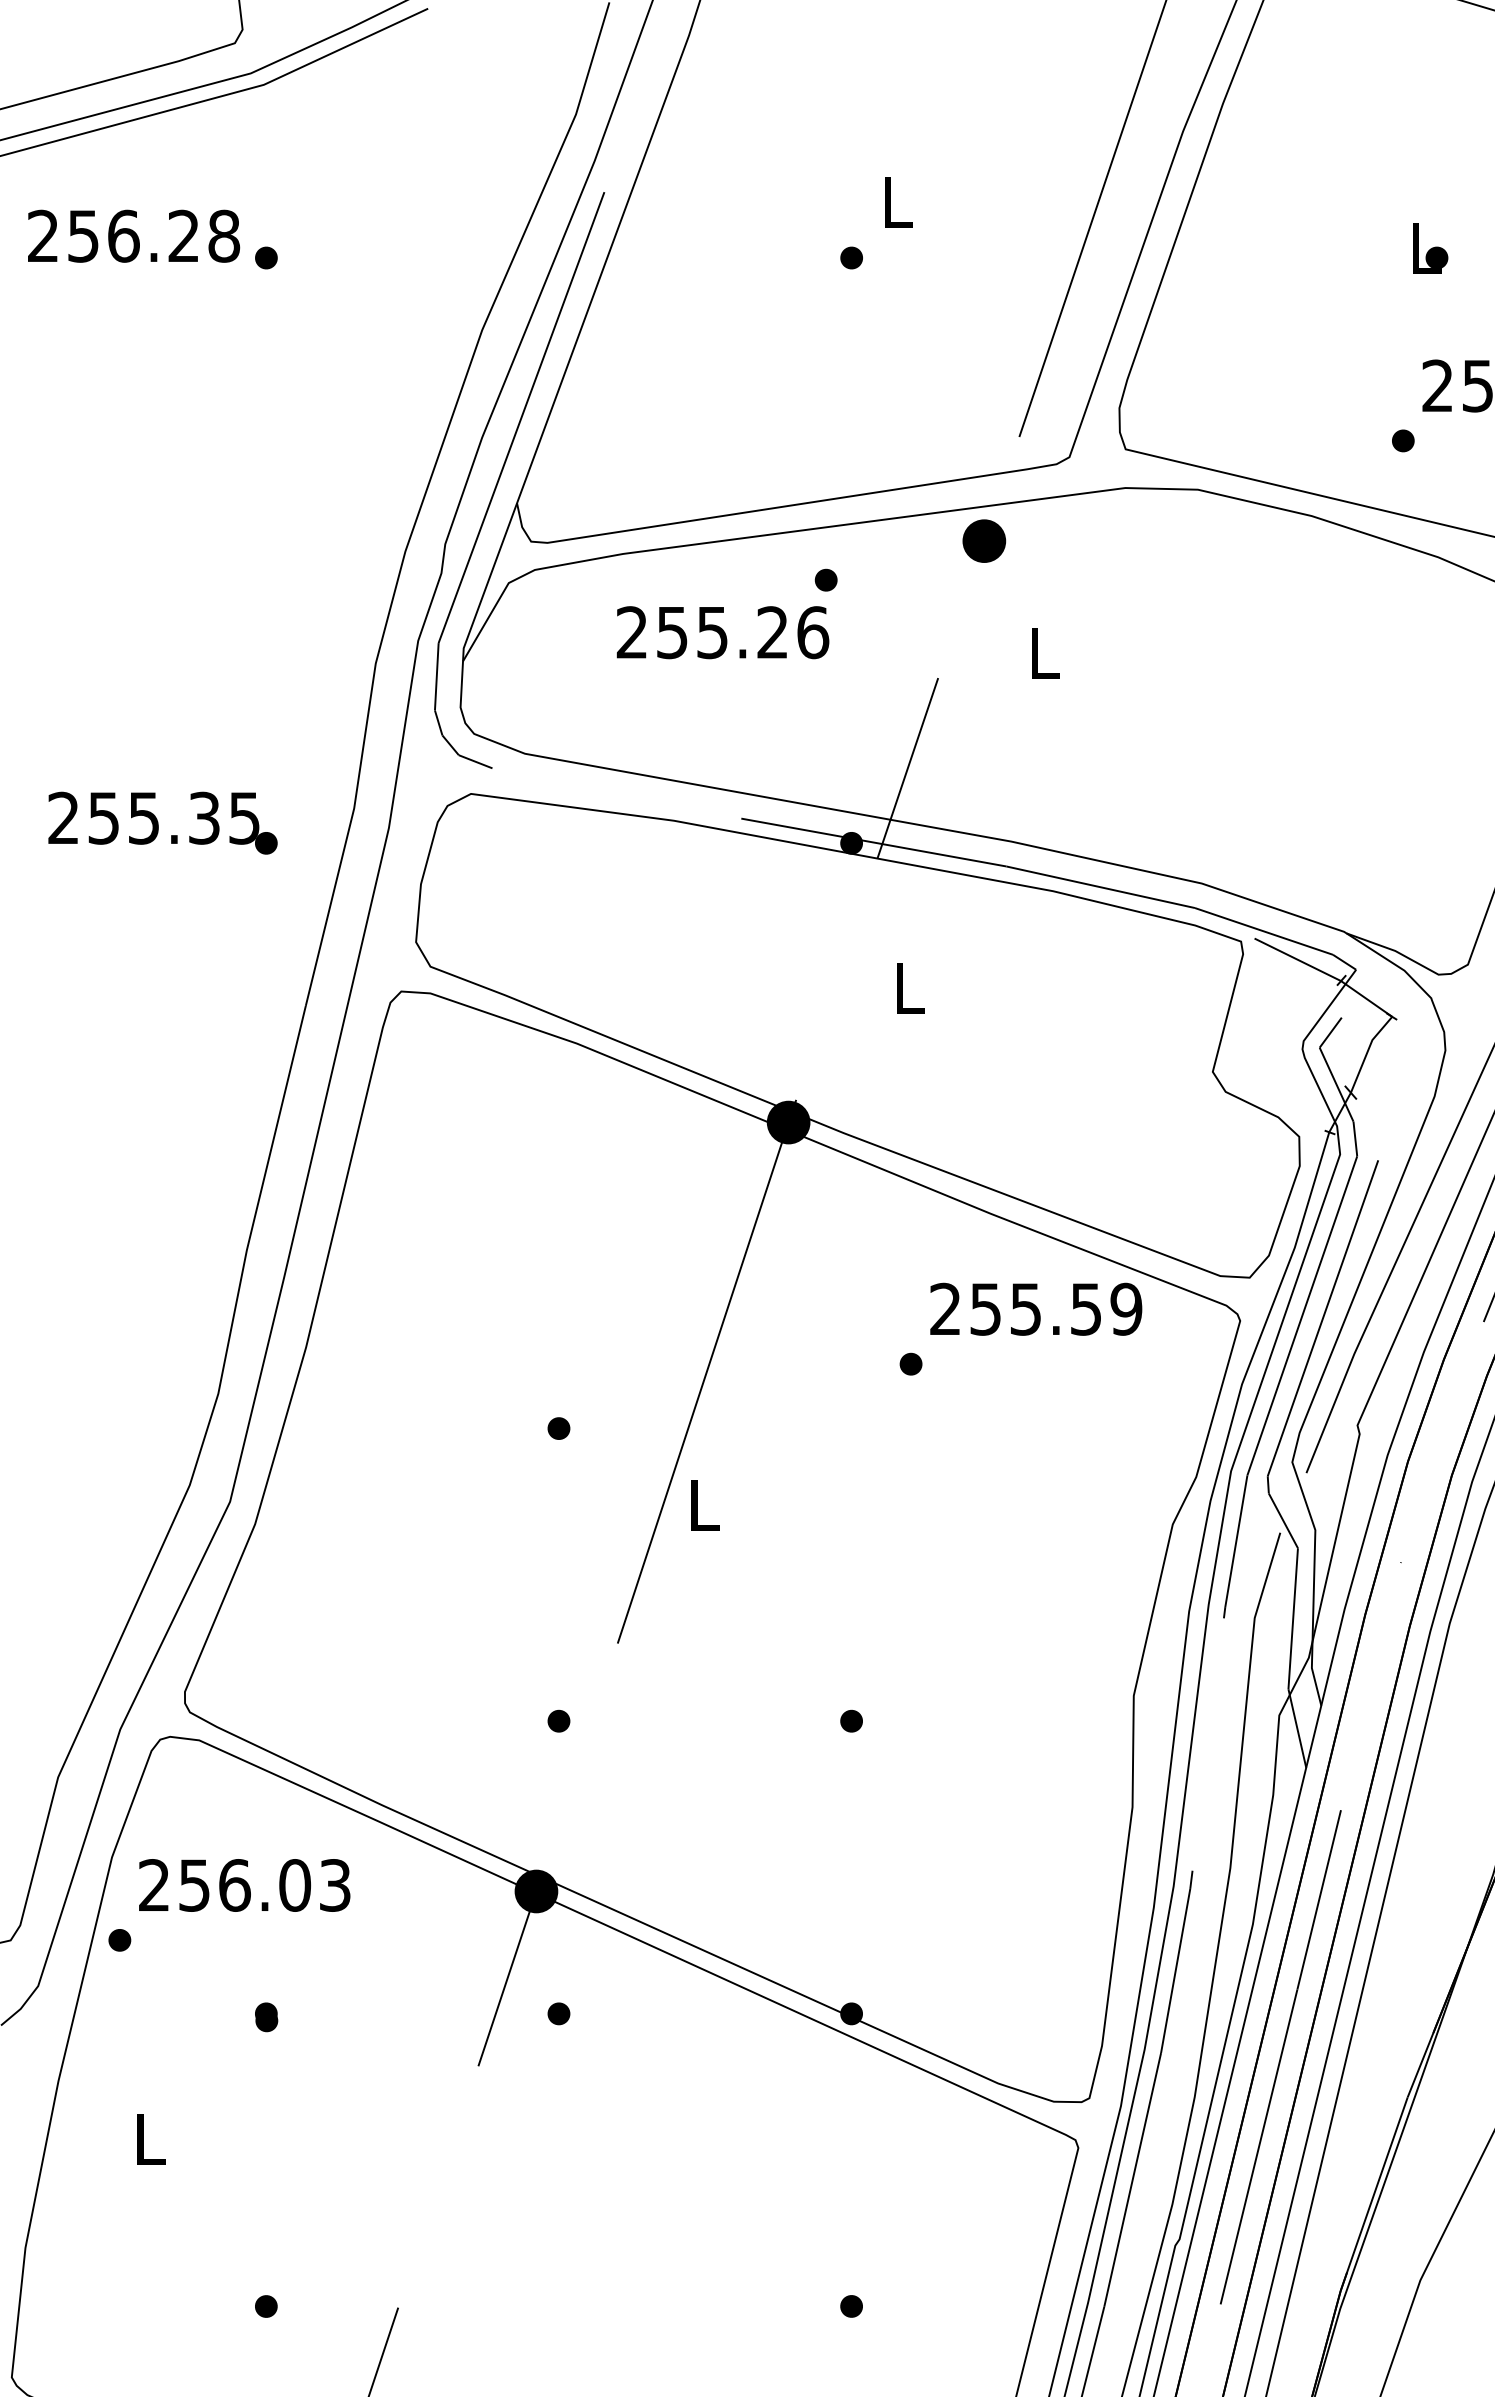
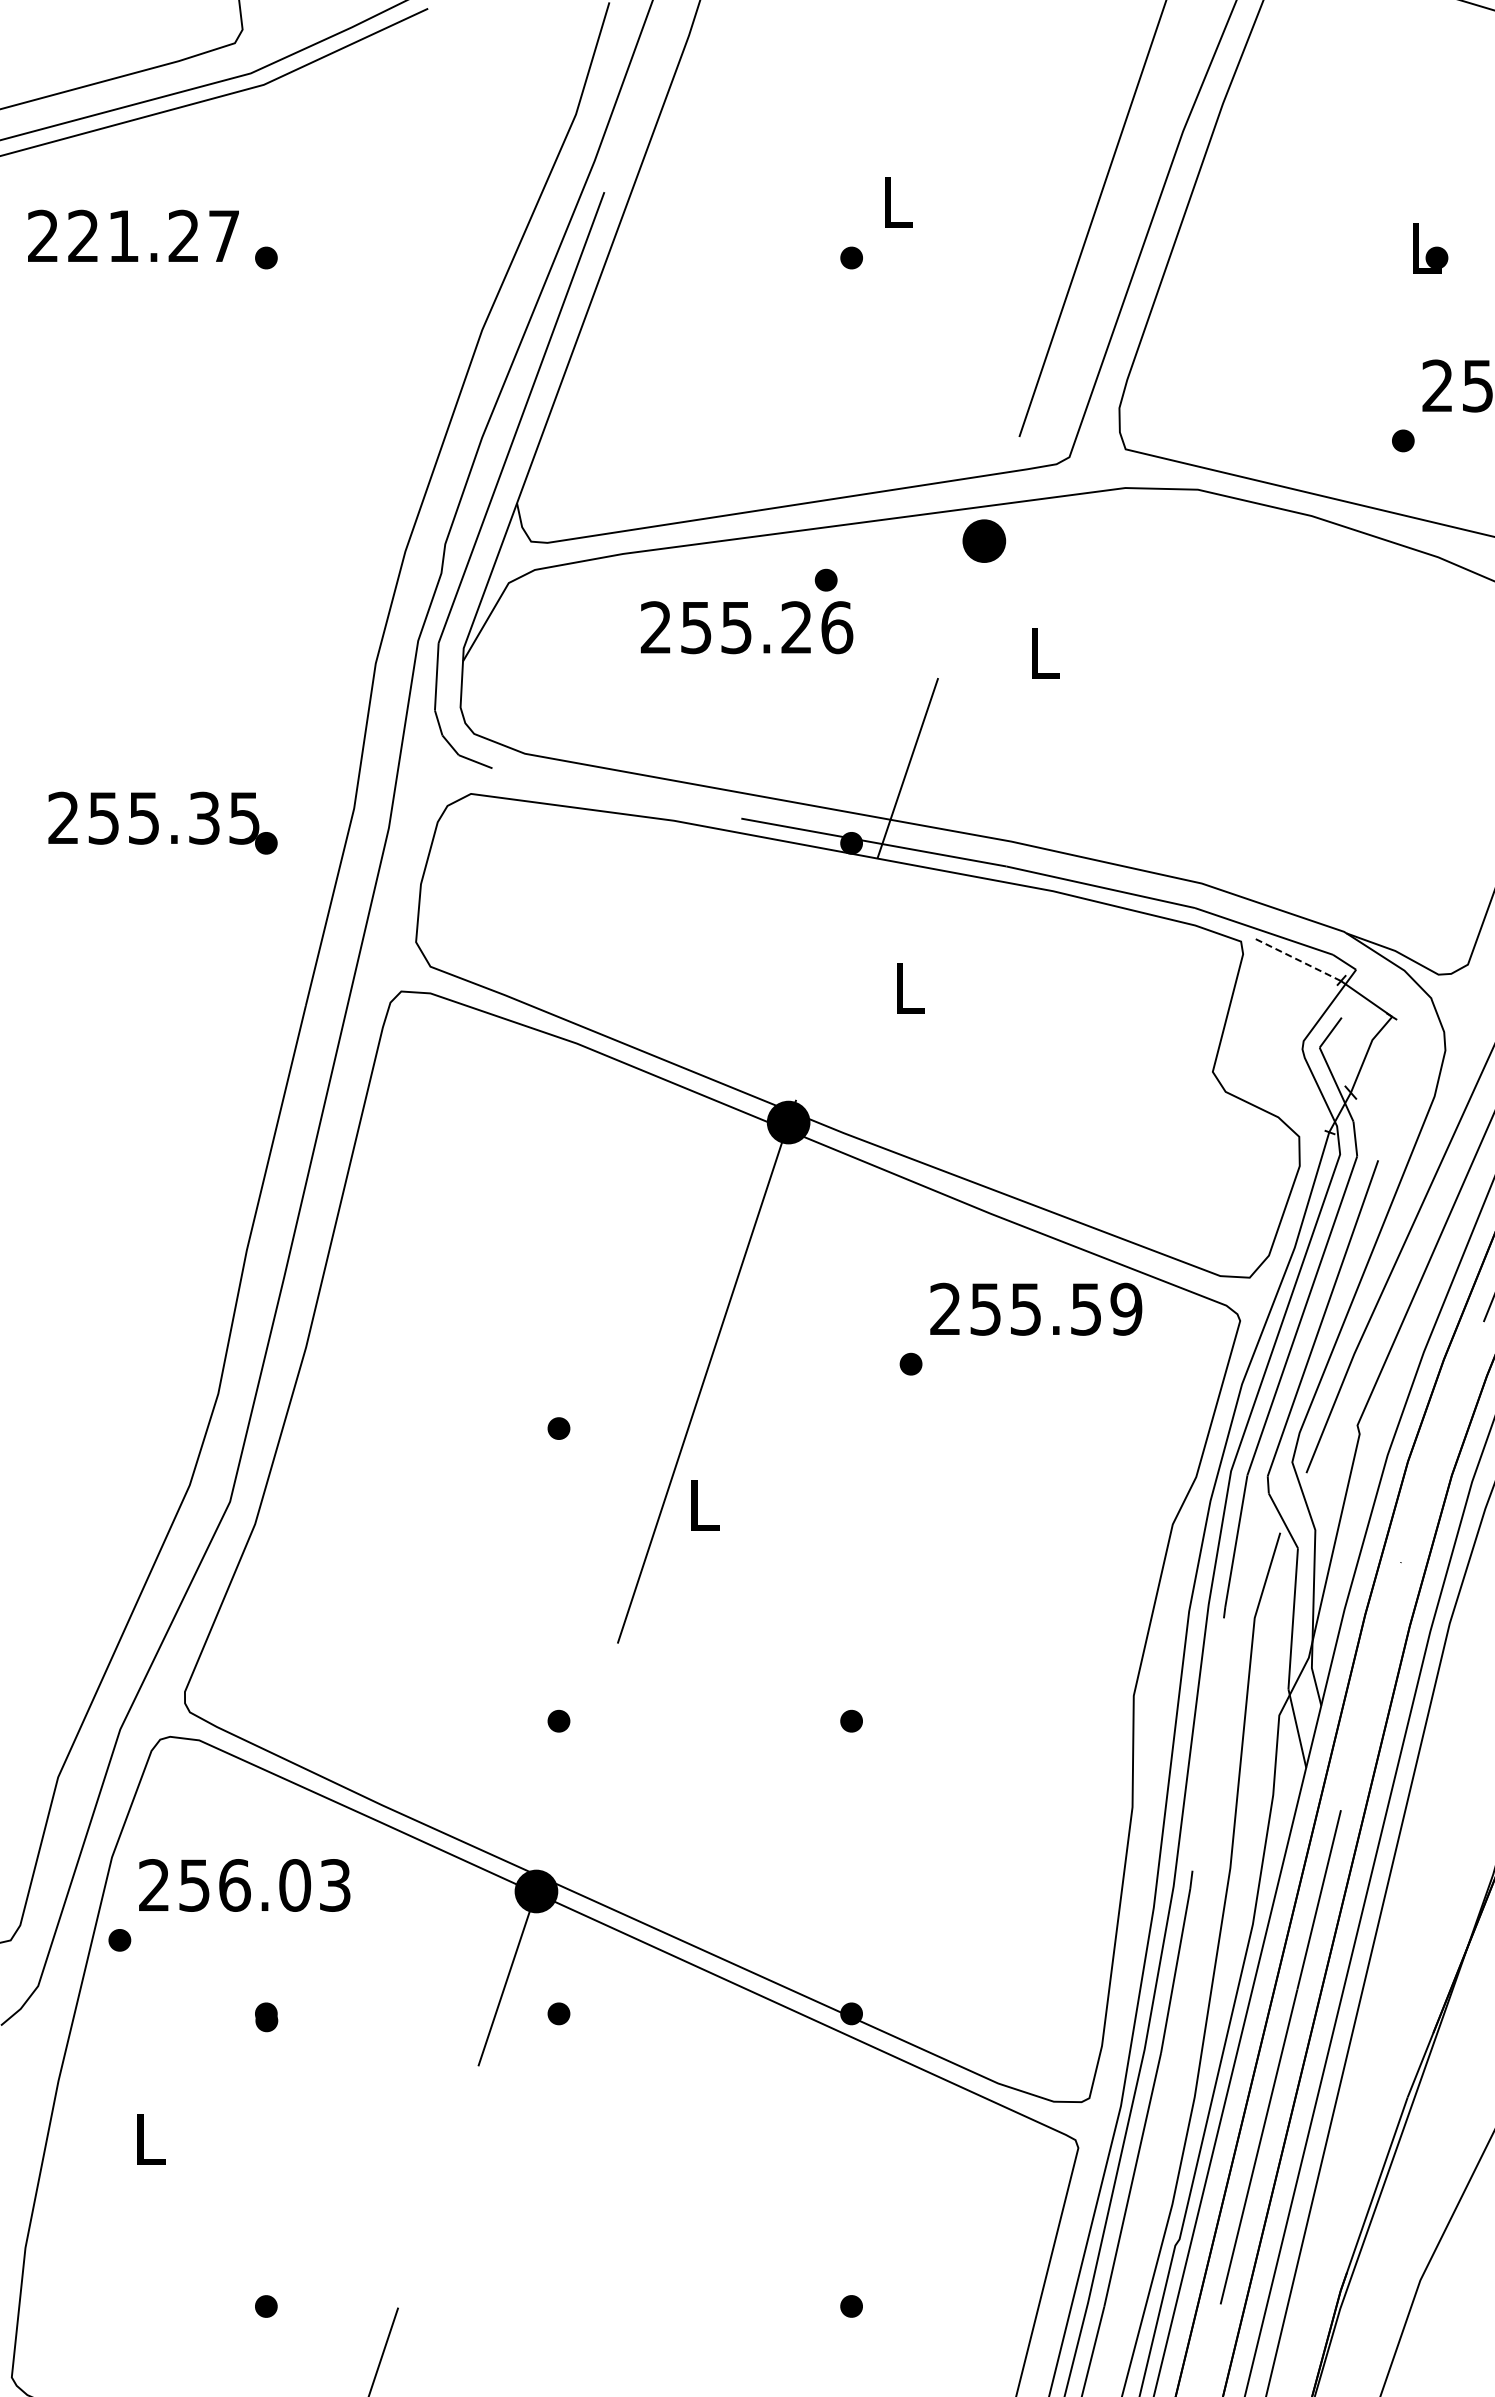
text at (154, 235): 256.28 -> 221.27
text at (722, 632) position: (722, 632) -> (746, 627)
line at (1297, 959): solid -> dashed
